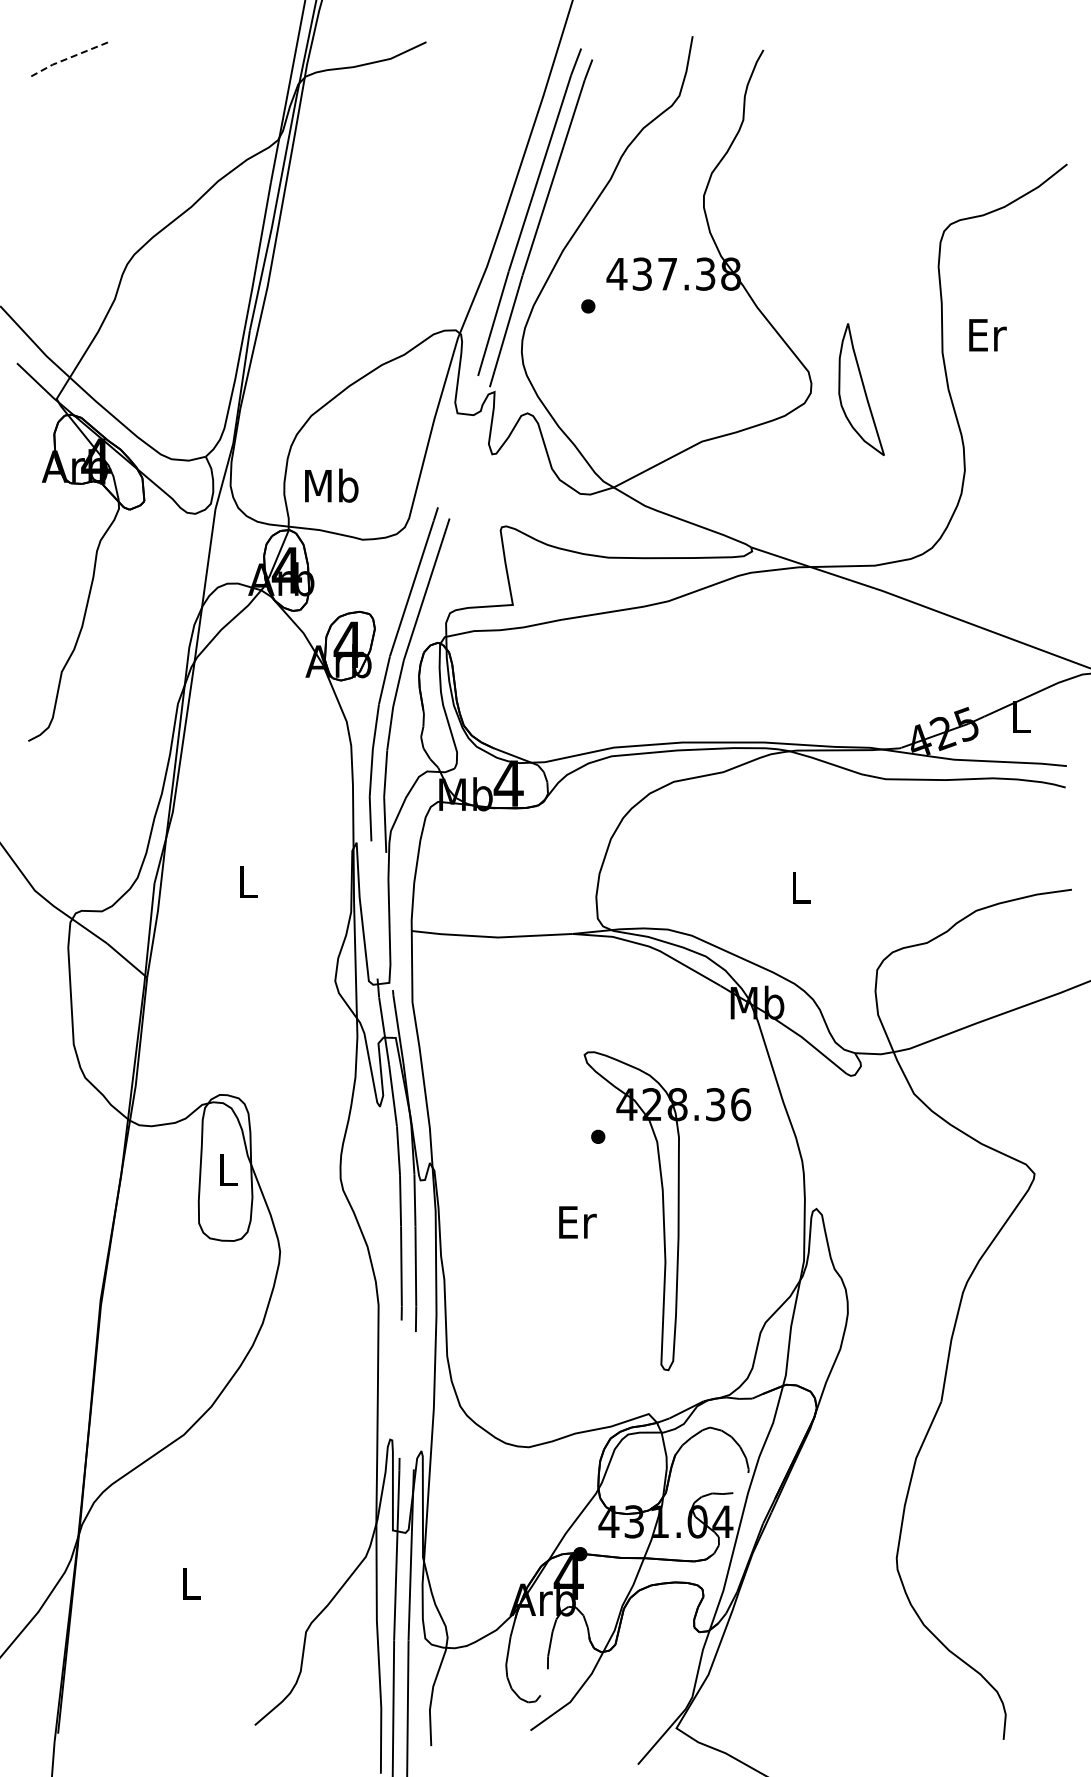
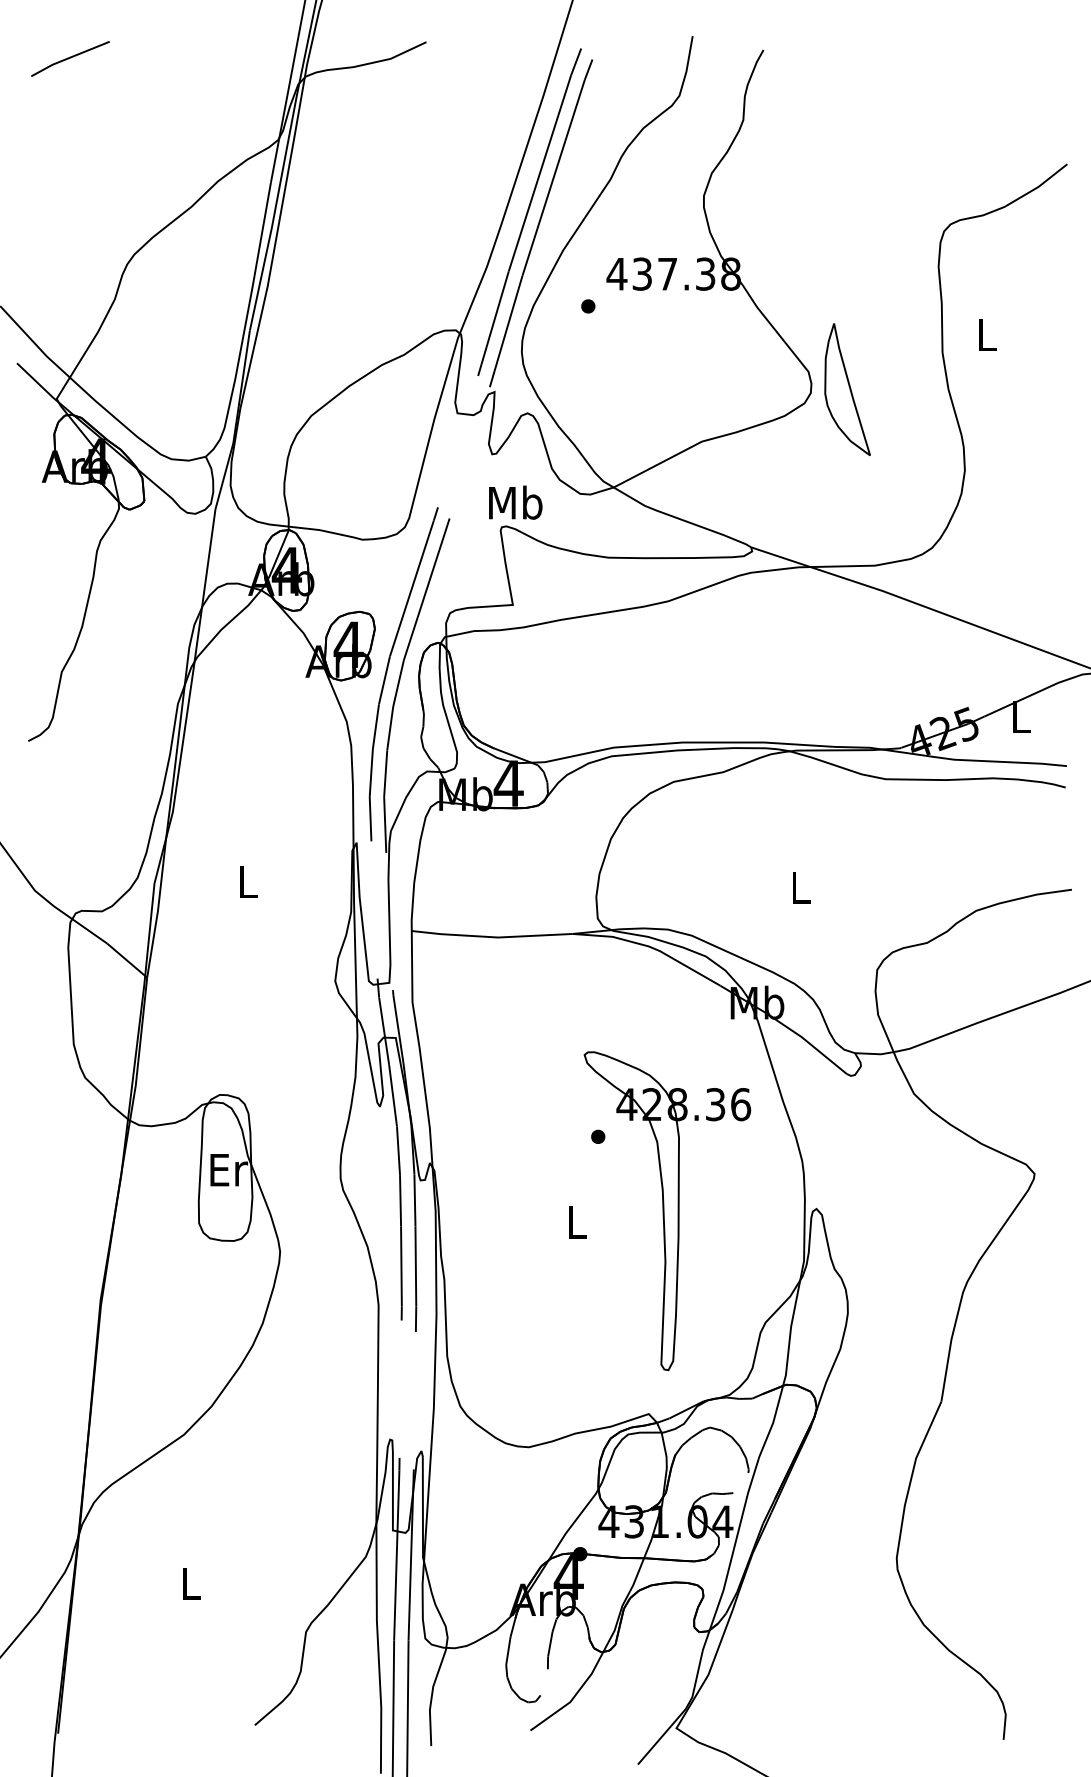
line at (69, 58): dashed -> solid
text at (987, 335): Er -> L
part at (861, 389) position: (861, 389) -> (847, 389)
text at (331, 485) position: (331, 485) -> (515, 502)
text at (229, 1170): L -> Er
text at (577, 1222): Er -> L
